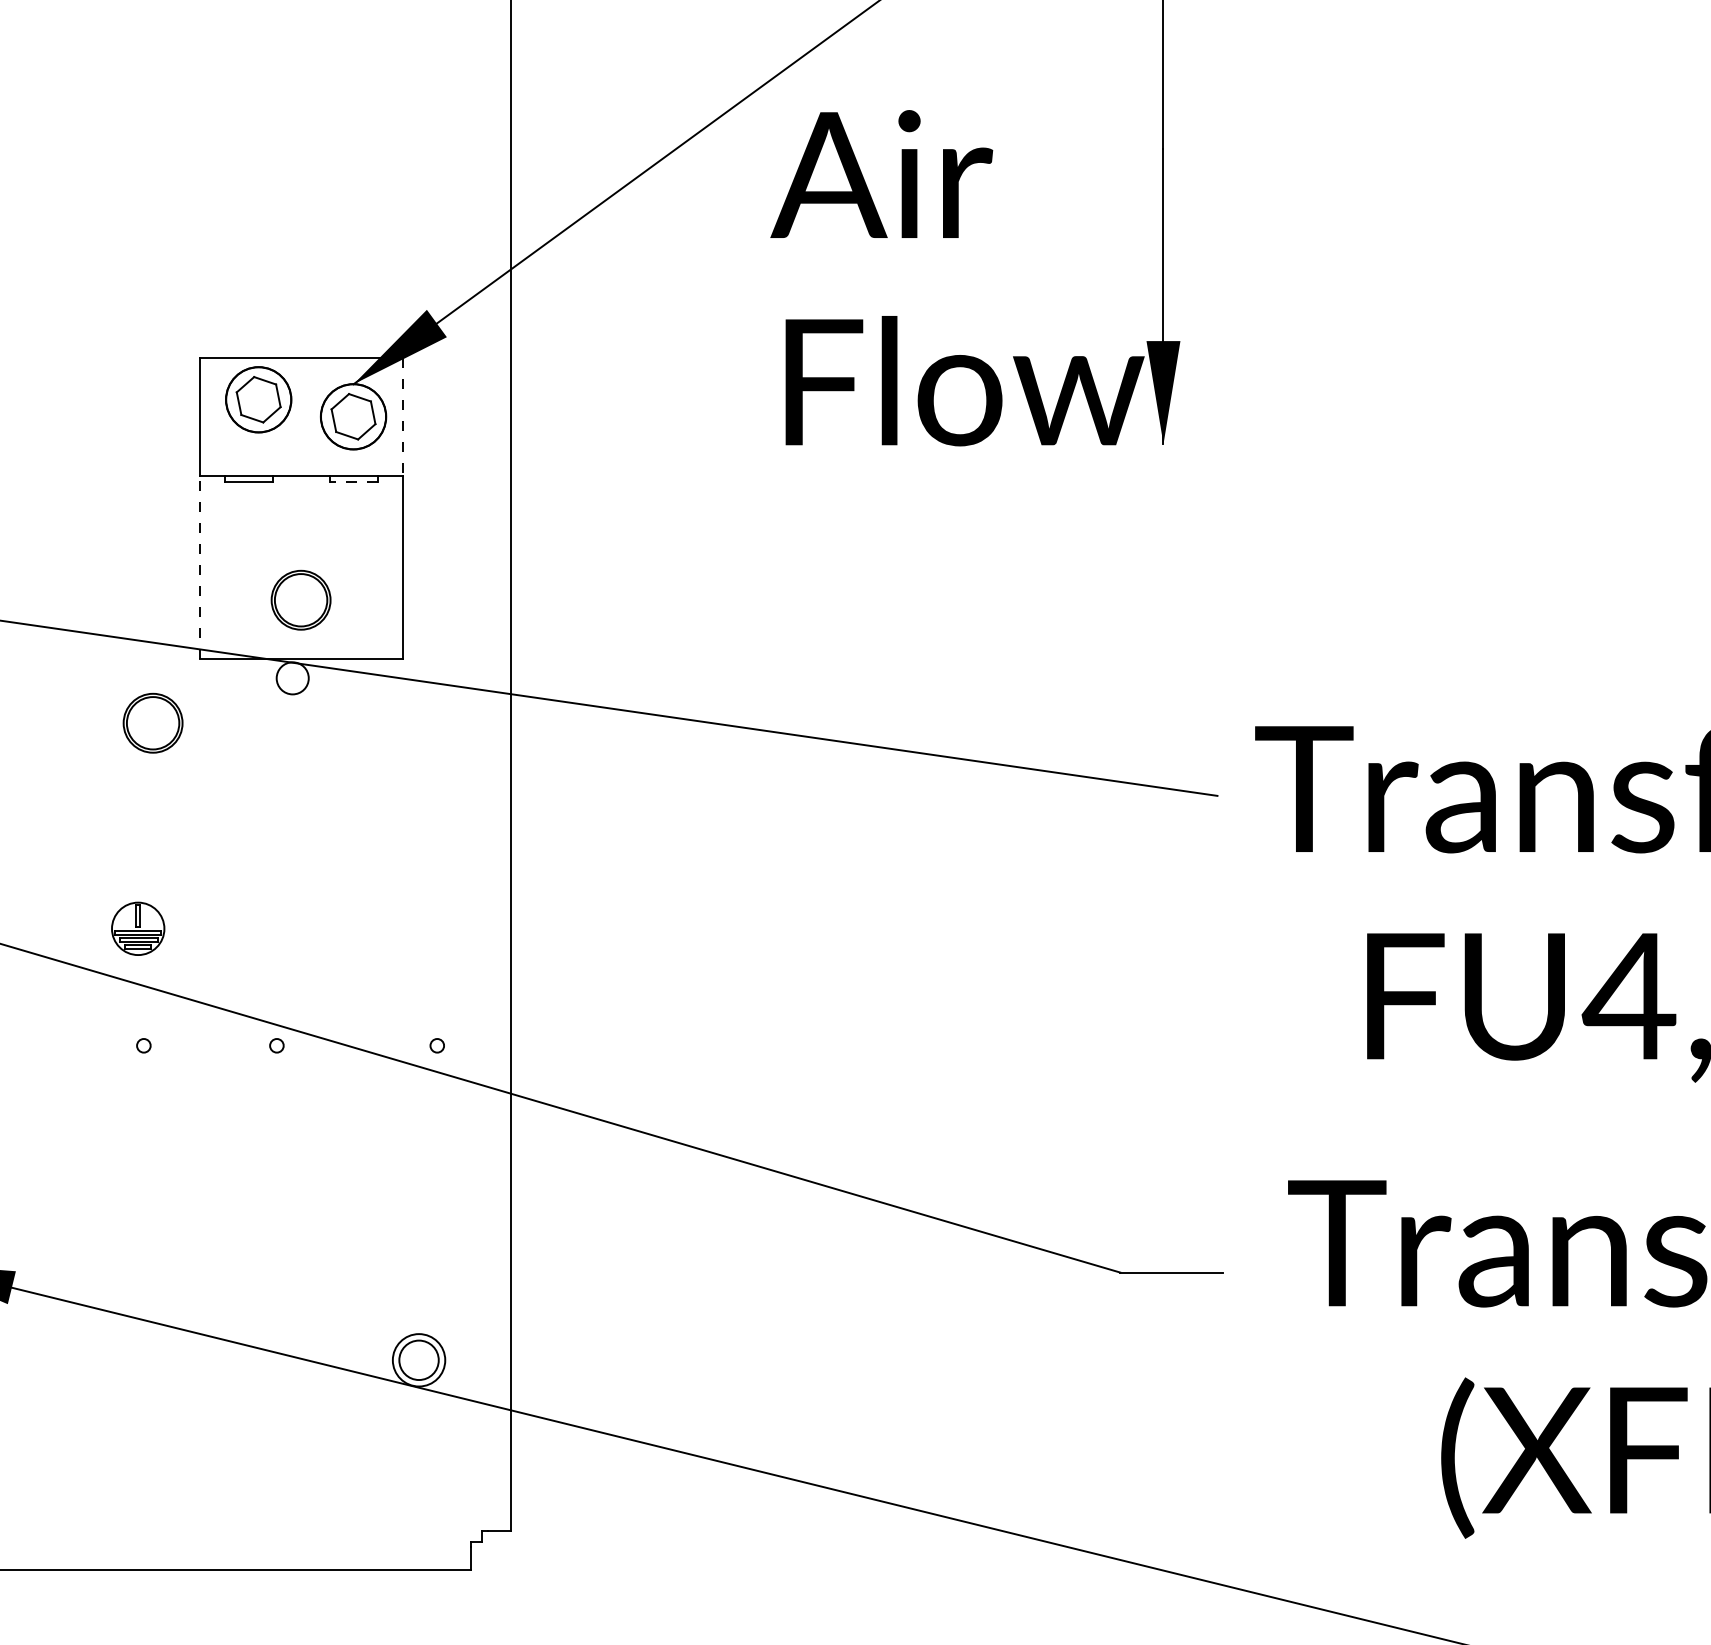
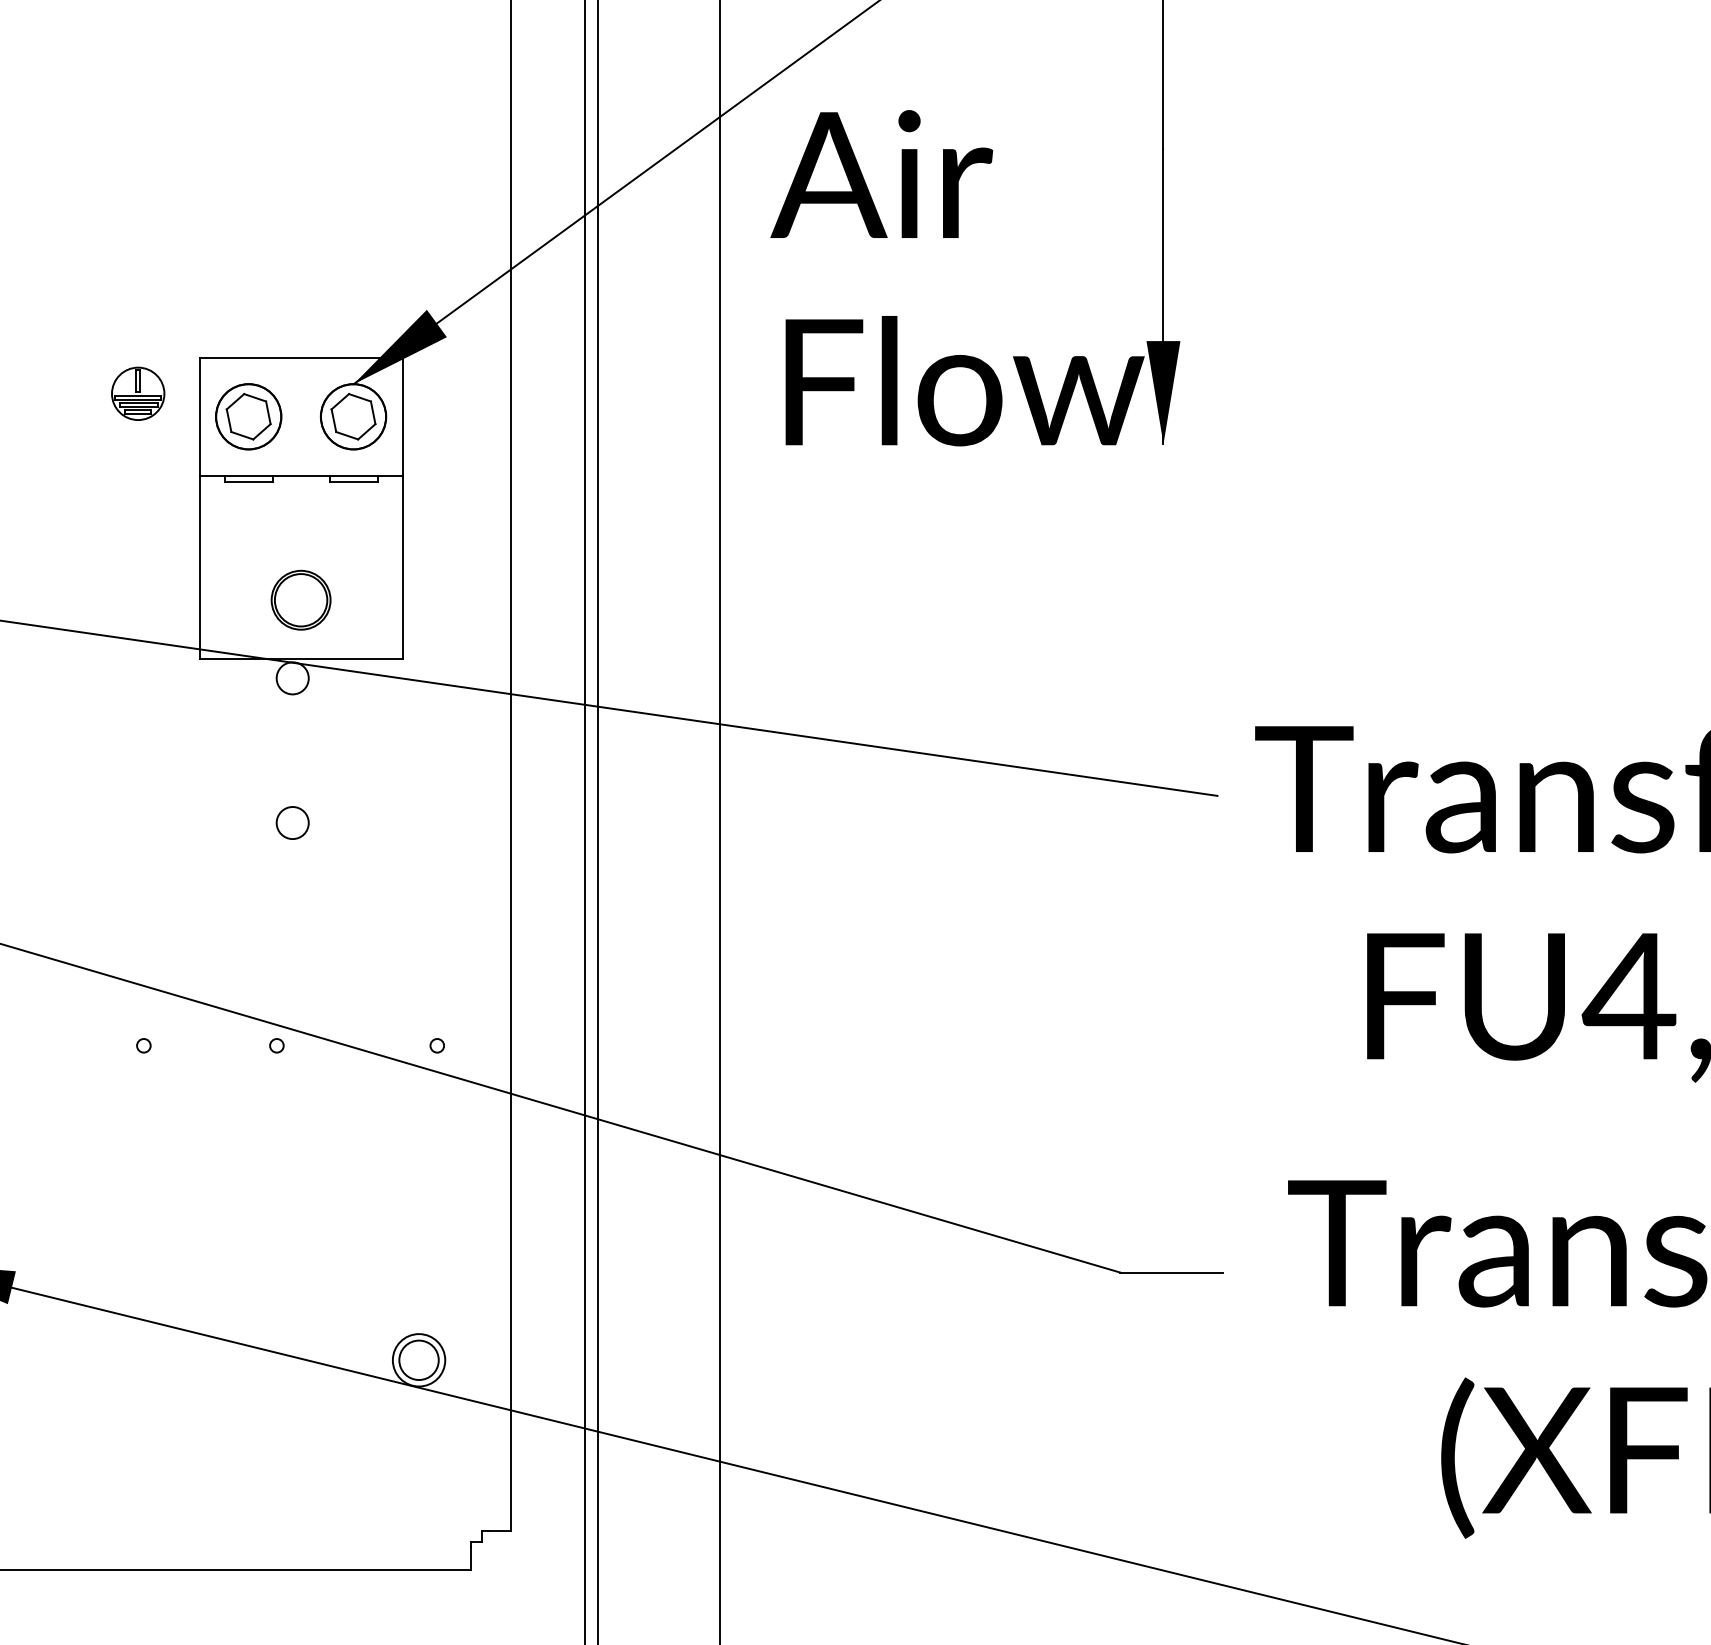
part at (258, 399) position: (258, 399) -> (248, 416)
line at (402, 416): dashed -> solid
line at (353, 482): dashed -> solid
line at (199, 567): dashed -> solid
part at (152, 722): present -> none
line at (584, 821): none -> present
line at (597, 821): none -> present
line at (720, 821): none -> present
circle at (292, 822): none -> present
part at (138, 928) position: (138, 928) -> (138, 393)
